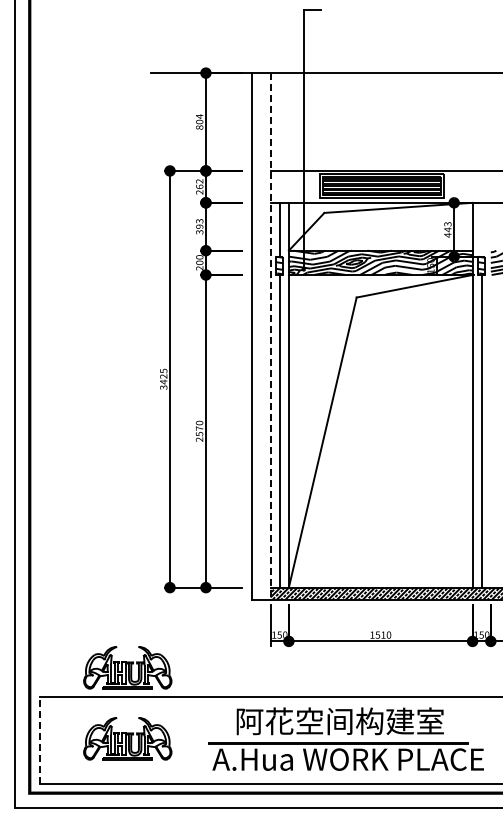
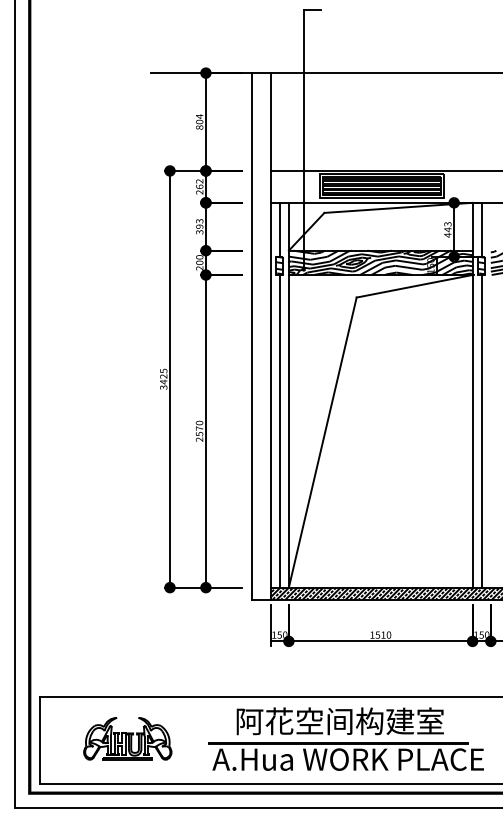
line at (481, 229): none -> present
line at (270, 336): dashed -> solid
part at (127, 667): present -> none
line at (40, 740): dashed -> solid
